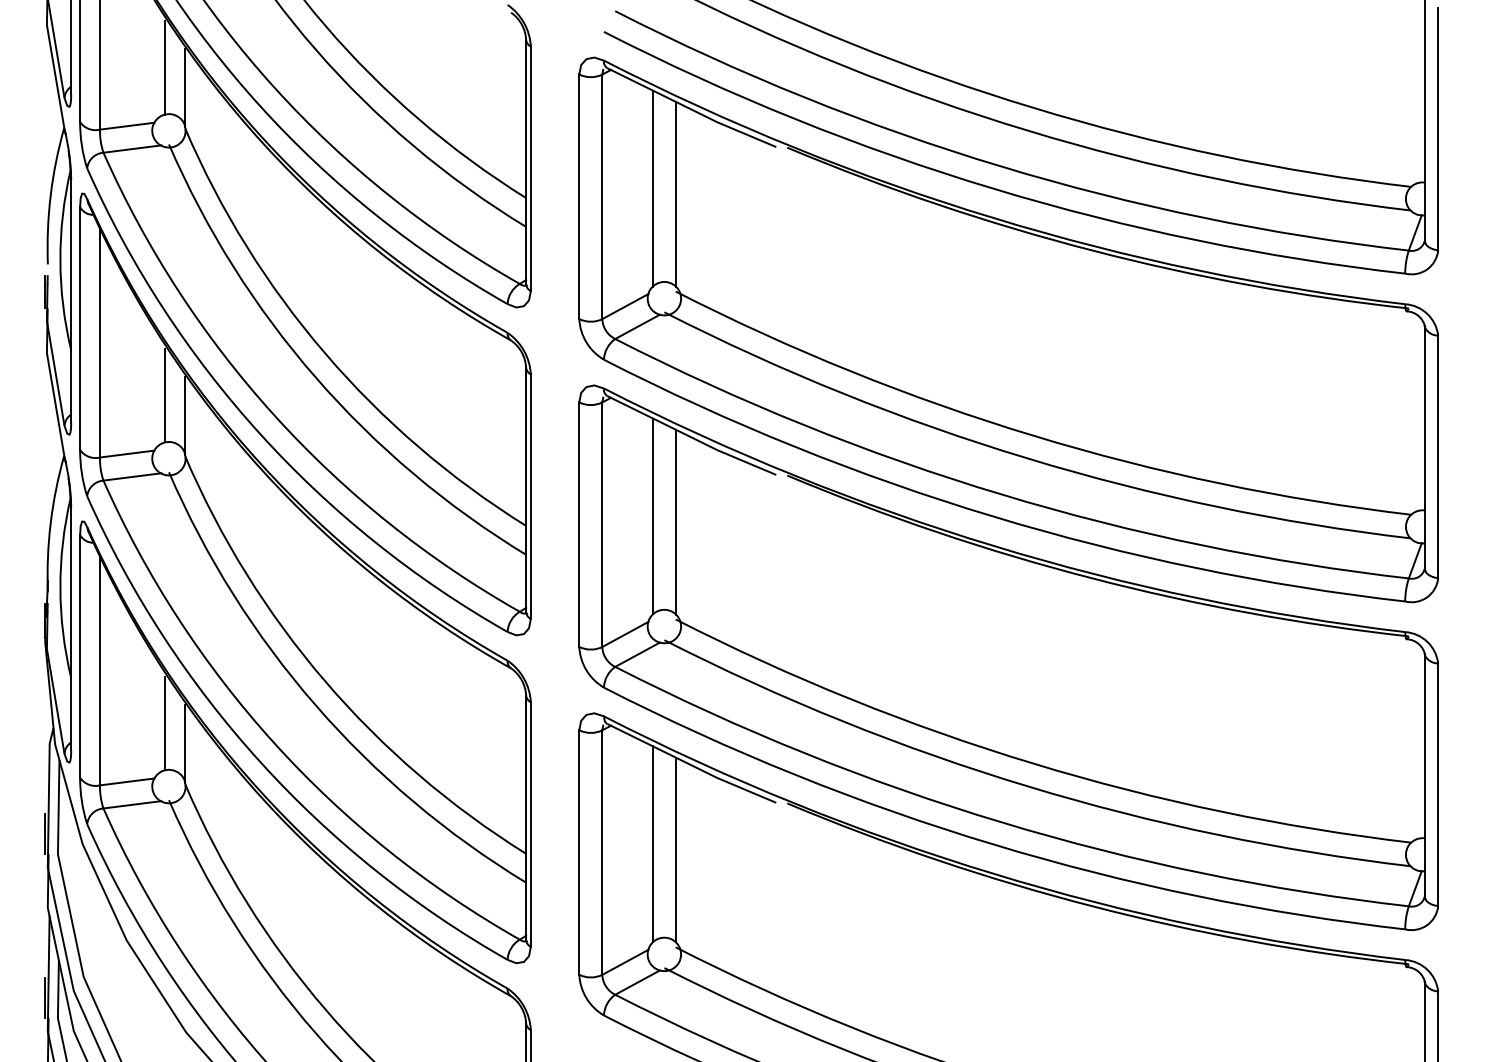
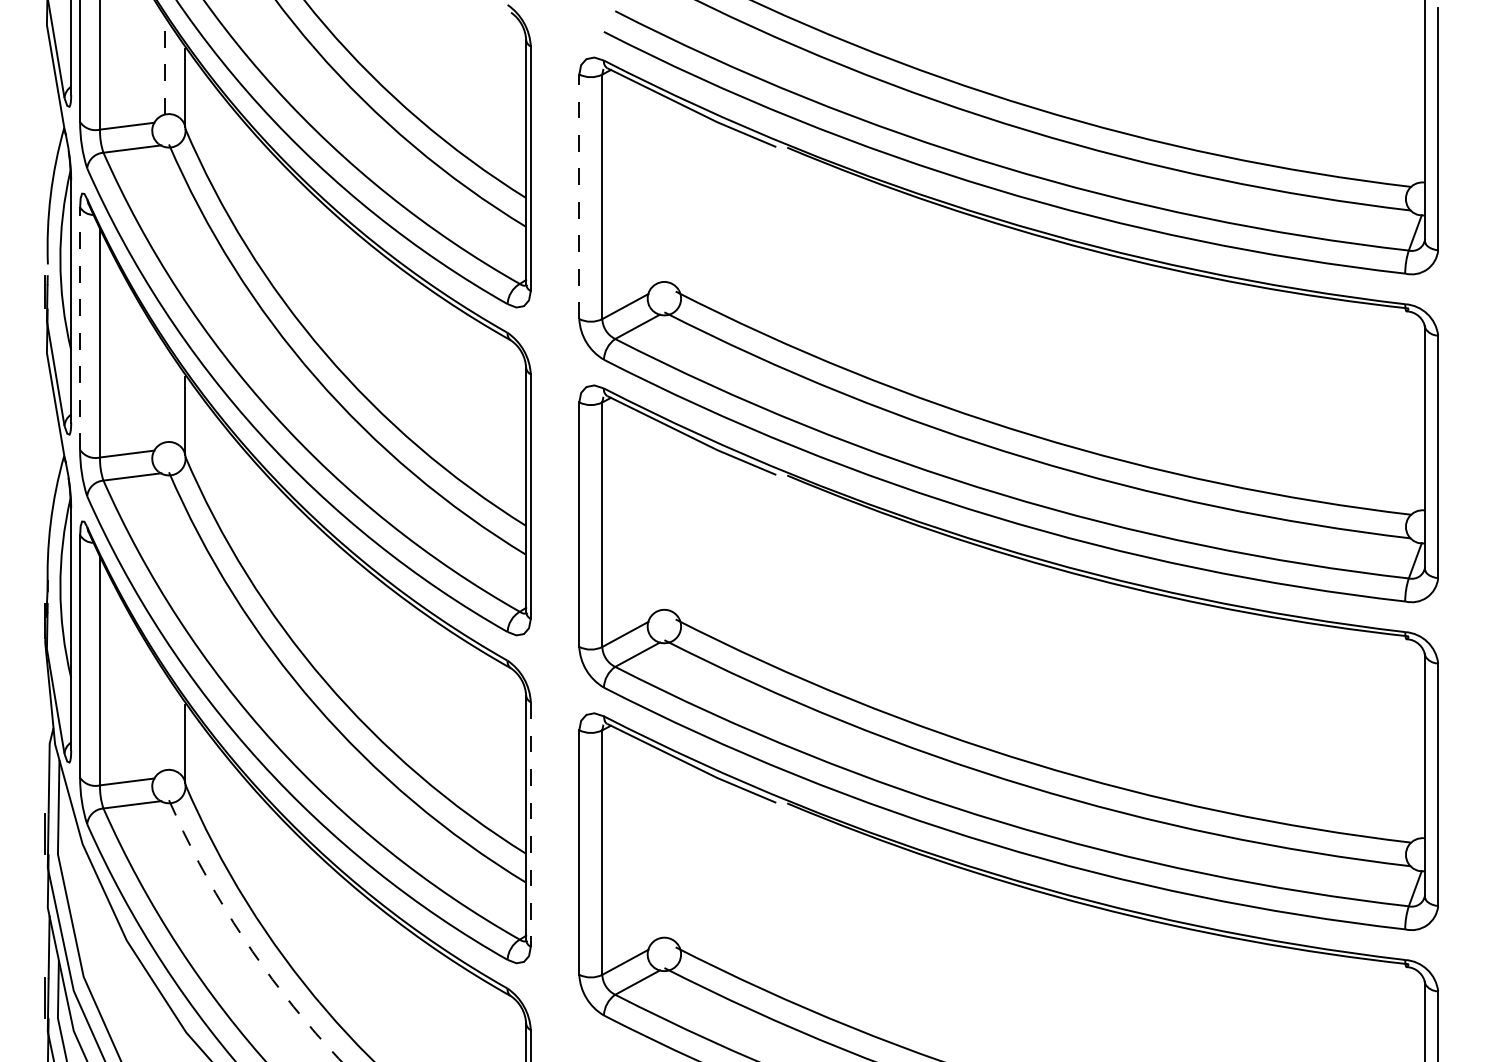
line at (165, 68): solid -> dashed
line at (652, 188): present -> none
line at (675, 193): present -> none
line at (579, 196): solid -> dashed
line at (80, 328): solid -> dashed
line at (165, 395): present -> none
line at (652, 516): present -> none
line at (675, 521): present -> none
line at (165, 723): present -> none
line at (530, 825): solid -> dashed
line at (652, 844): present -> none
line at (675, 849): present -> none
arc at (244, 939): solid -> dashed
